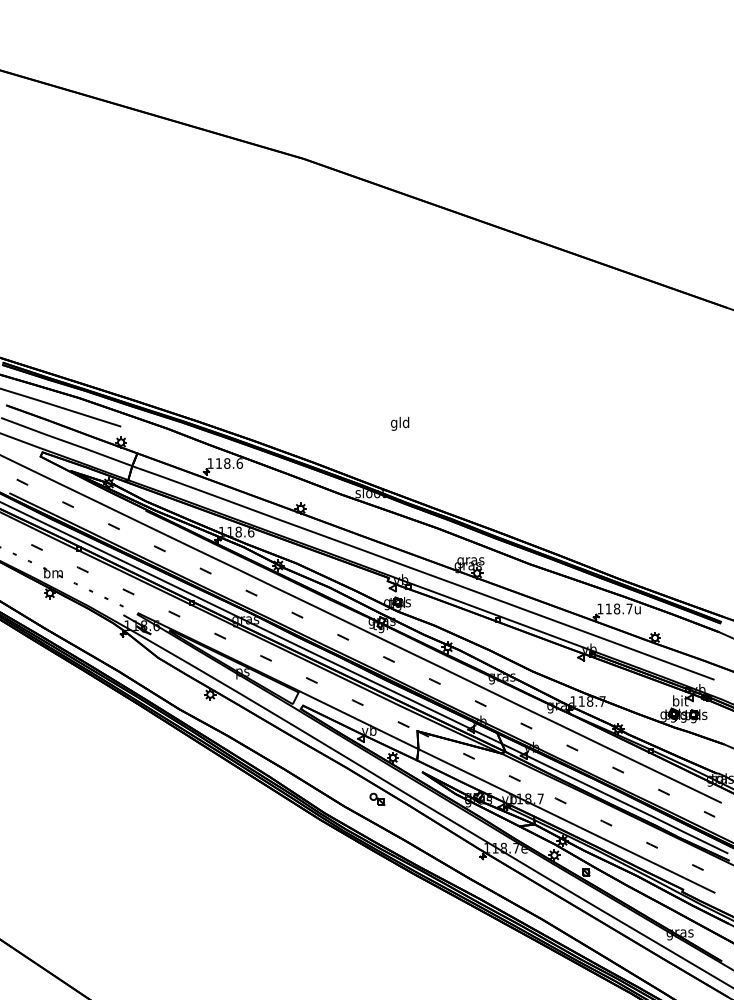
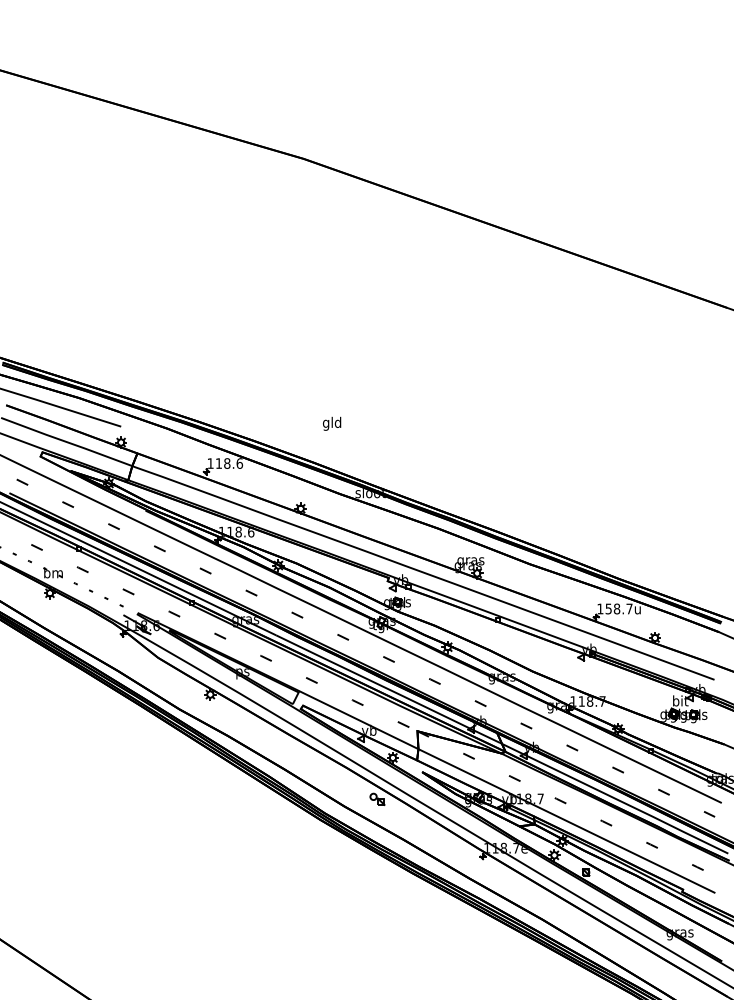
text at (400, 423) position: (400, 423) -> (332, 423)
text at (608, 608): 118.7u -> 158.7u
